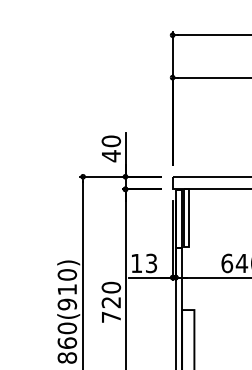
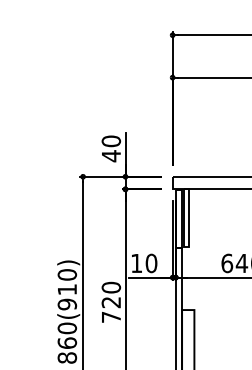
text at (151, 263): 13 -> 10
